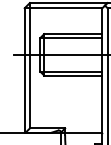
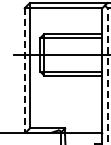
line at (24, 70): solid -> dashed
line at (107, 76): solid -> dashed
